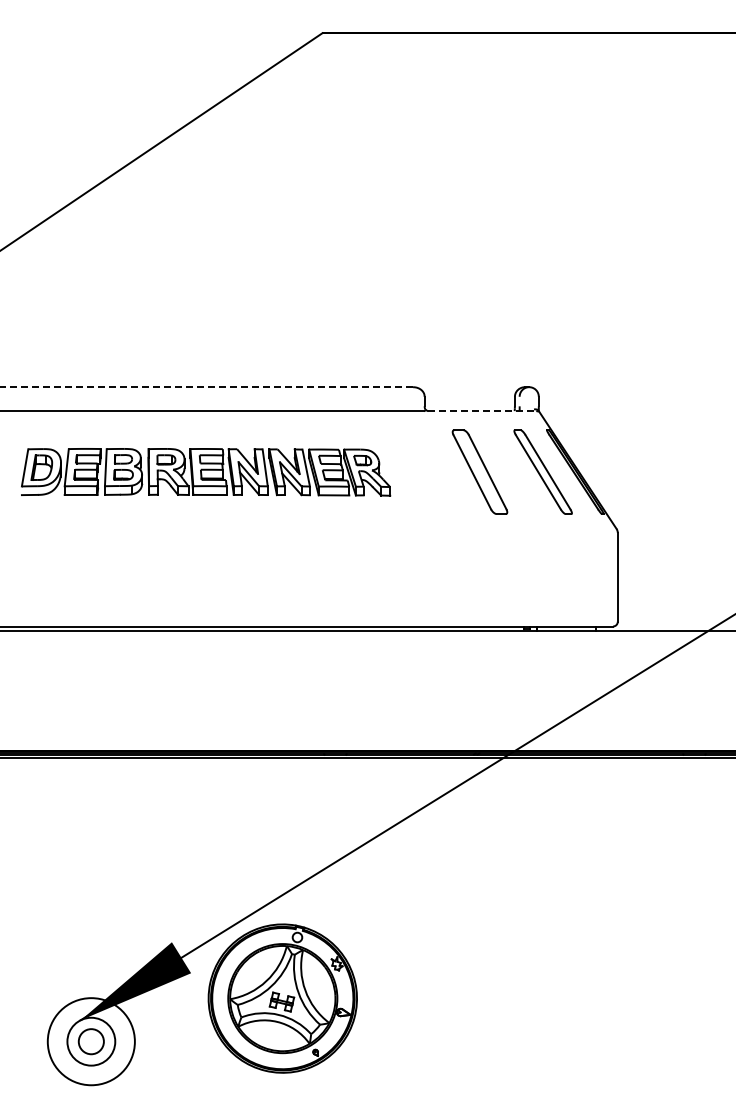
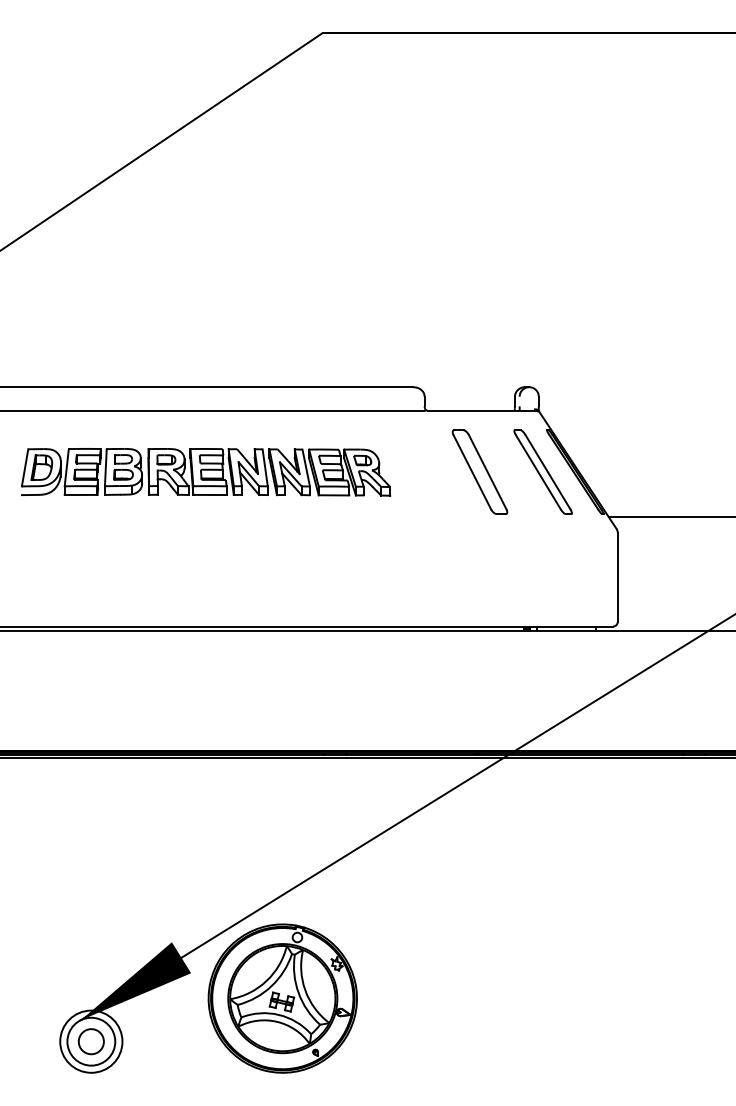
line at (206, 387): dashed -> solid
line at (482, 411): dashed -> solid
line at (670, 517): none -> present
circle at (90, 1041) diameter: 87 px -> 62 px
